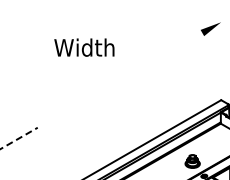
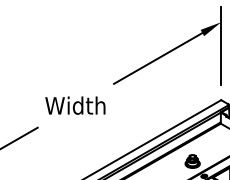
line at (221, 46): none -> present
text at (84, 47) position: (84, 47) -> (75, 105)
line at (158, 58): none -> present
line at (19, 138): dashed -> solid
